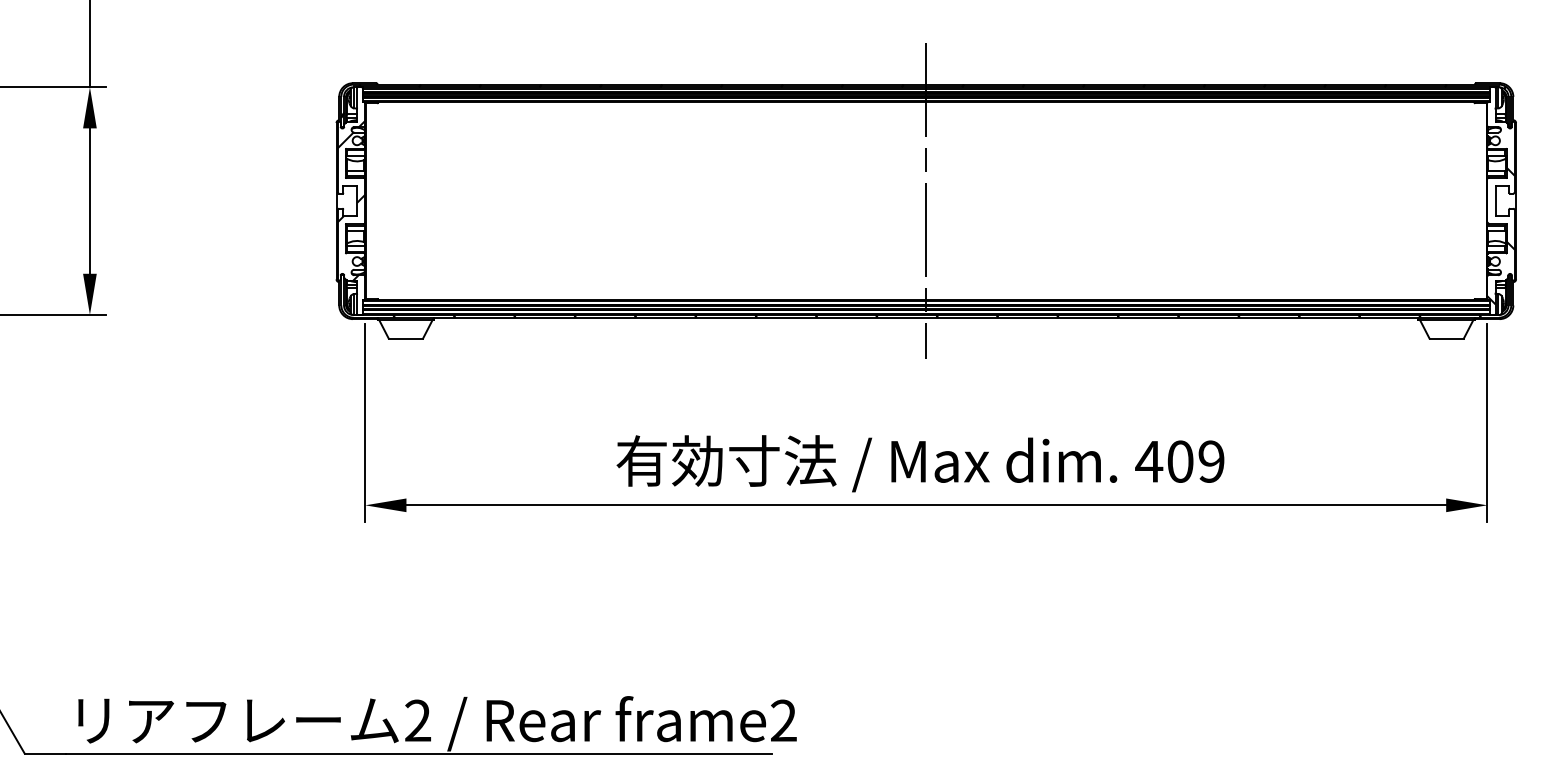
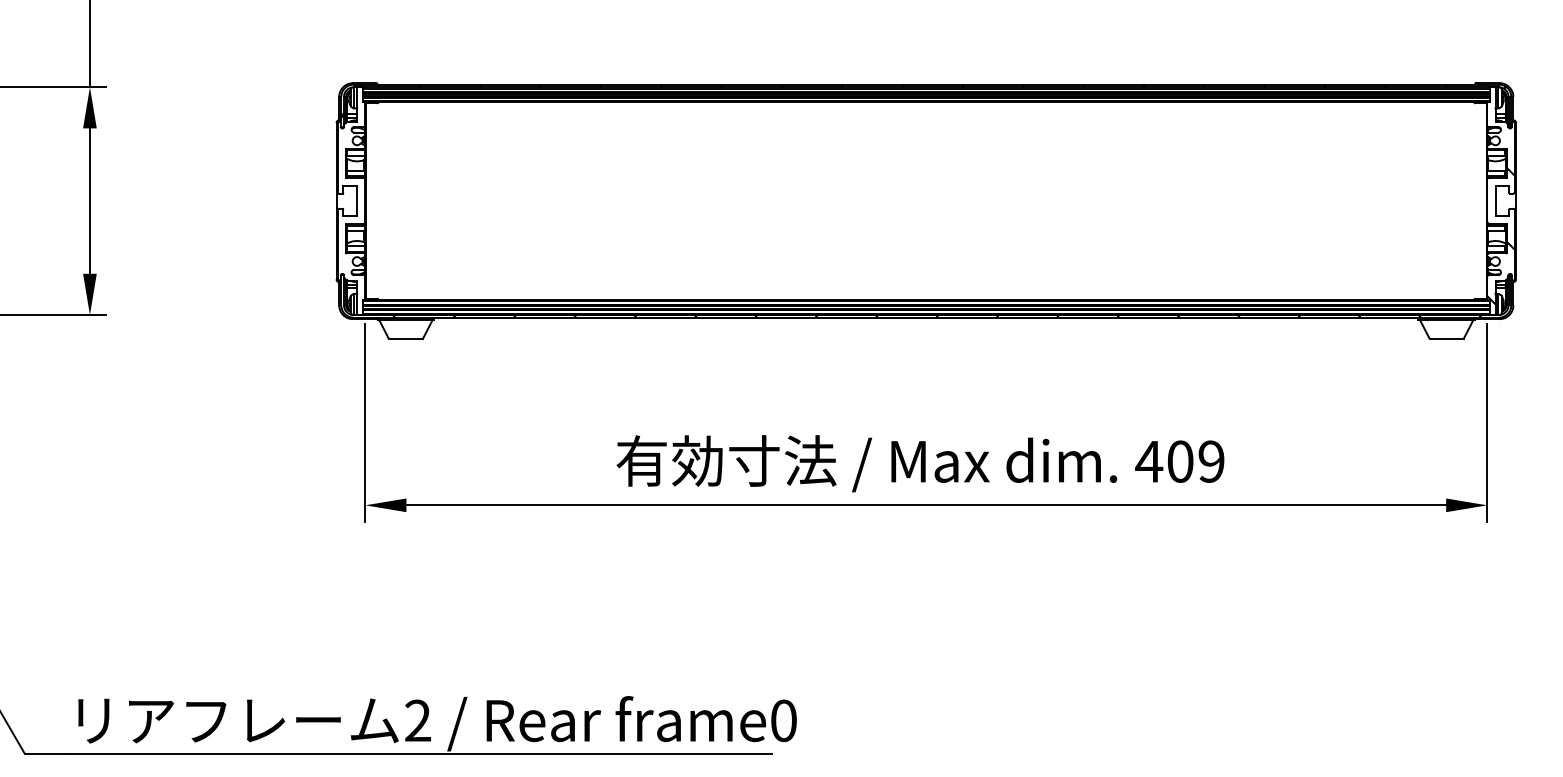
hatch at (351, 200): present -> none
line at (926, 200): present -> none
text at (783, 720): frame2 -> frame0
